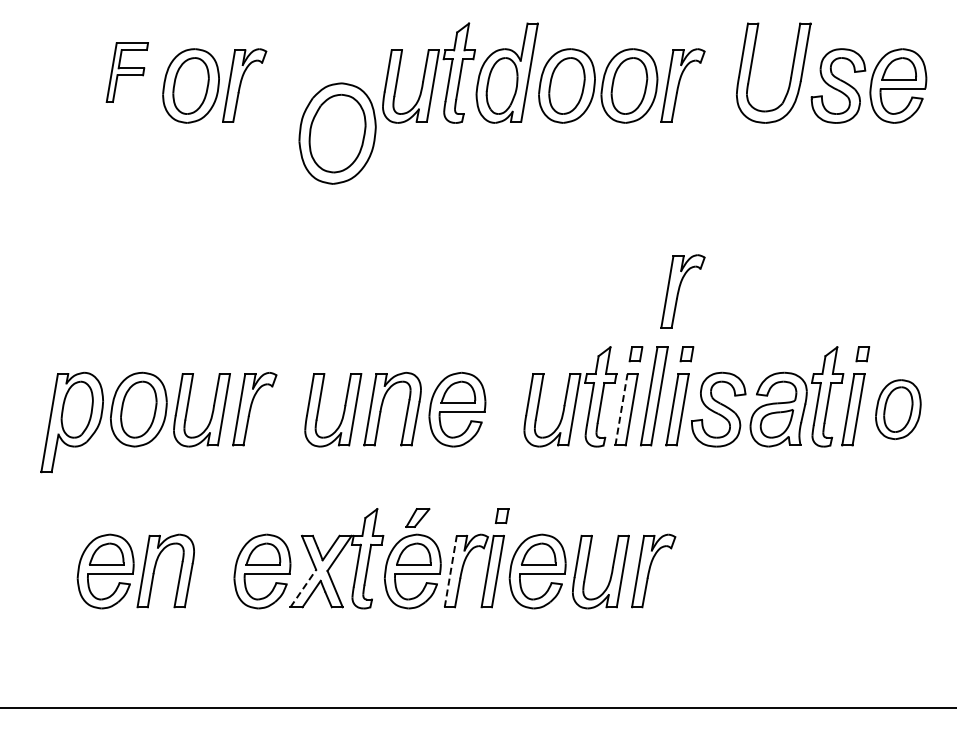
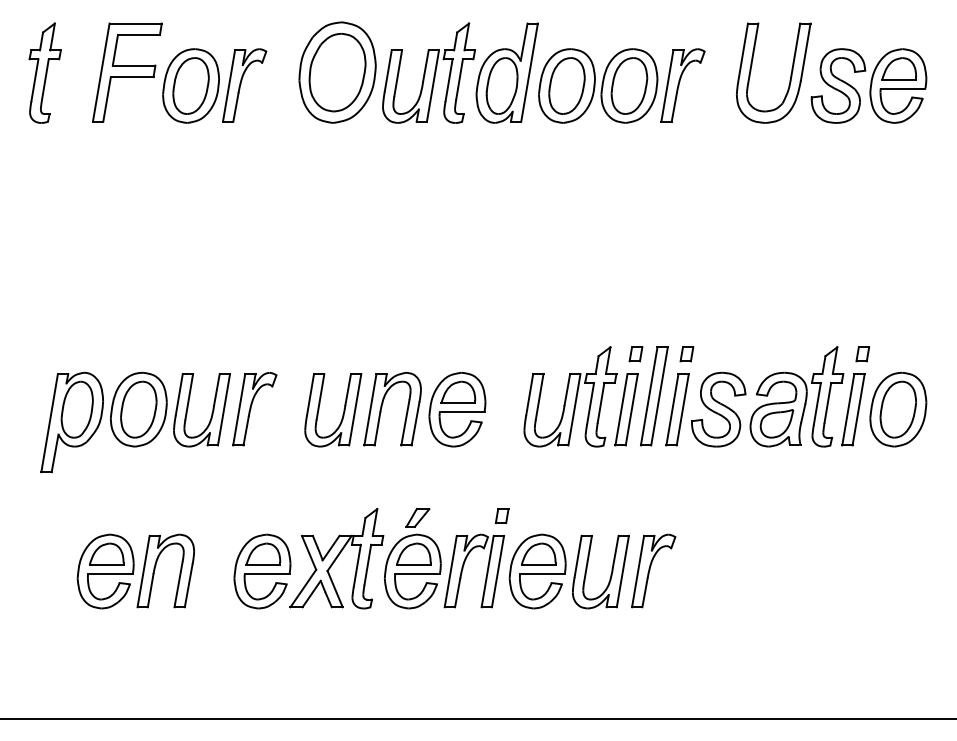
part at (44, 72): none -> present
part at (126, 72) size: 44x61 px -> 71x101 px
part at (337, 133) position: (337, 133) -> (337, 72)
part at (682, 291): present -> none
line at (621, 409): dashed -> solid
part at (898, 409) size: 47x61 px -> 59x77 px
line at (450, 571): dashed -> solid
line at (303, 588): dashed -> solid
line at (477, 707) position: (477, 707) -> (477, 718)
